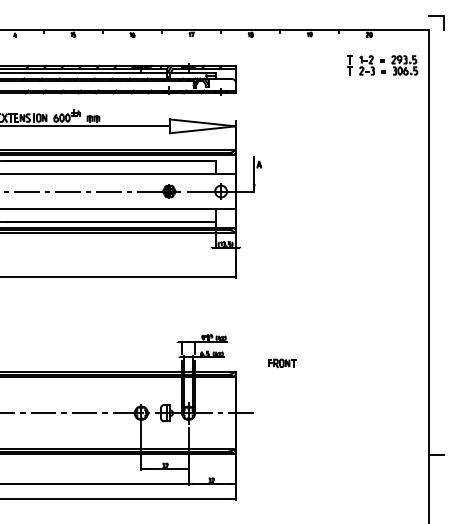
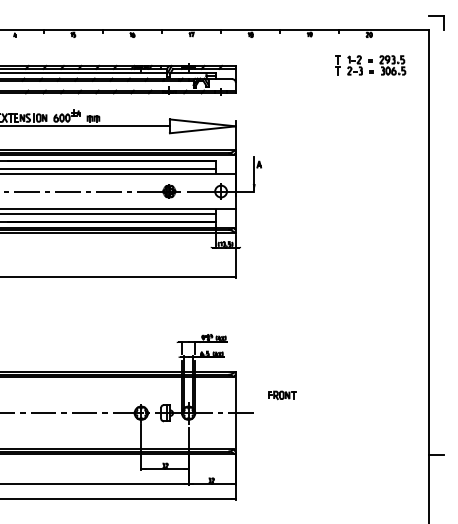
part at (382, 65) position: (382, 65) -> (370, 65)
line at (108, 168): none -> present
line at (108, 214): none -> present
part at (282, 363) position: (282, 363) -> (282, 395)
